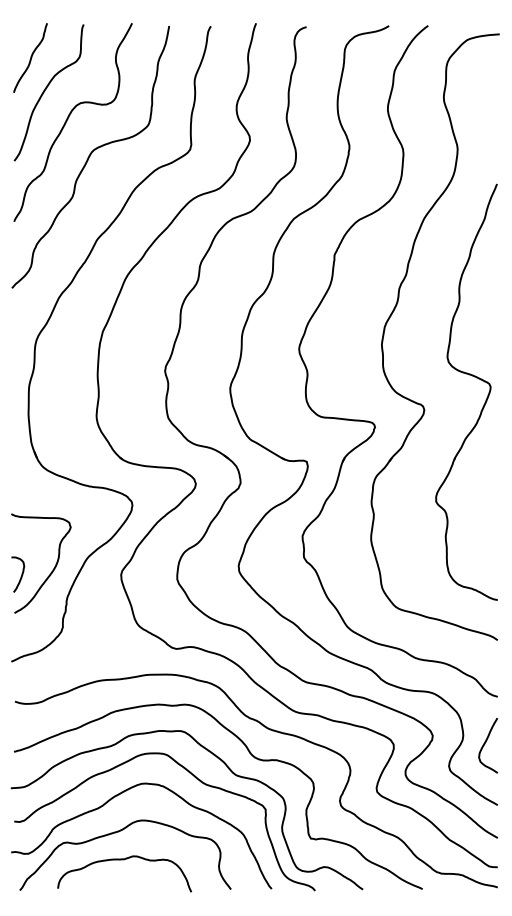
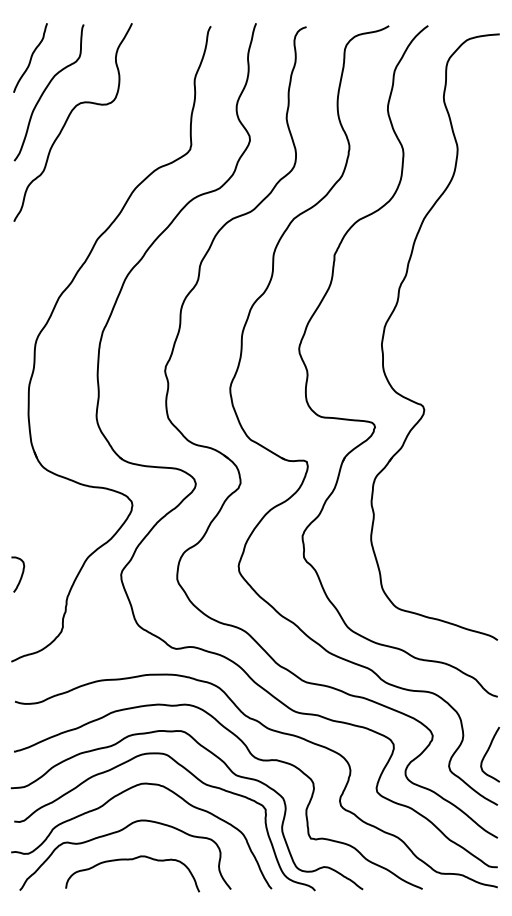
curve at (90, 156): present -> none
part at (474, 377): present -> none
curve at (52, 569): present -> none
curve at (485, 744) position: (485, 744) -> (487, 753)
curve at (124, 860) position: (124, 860) -> (132, 860)
